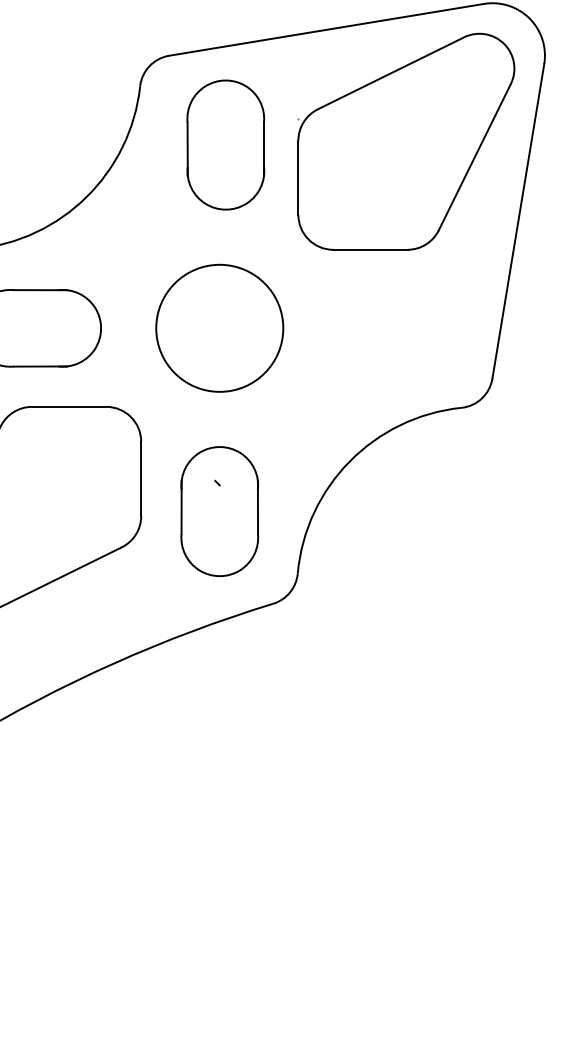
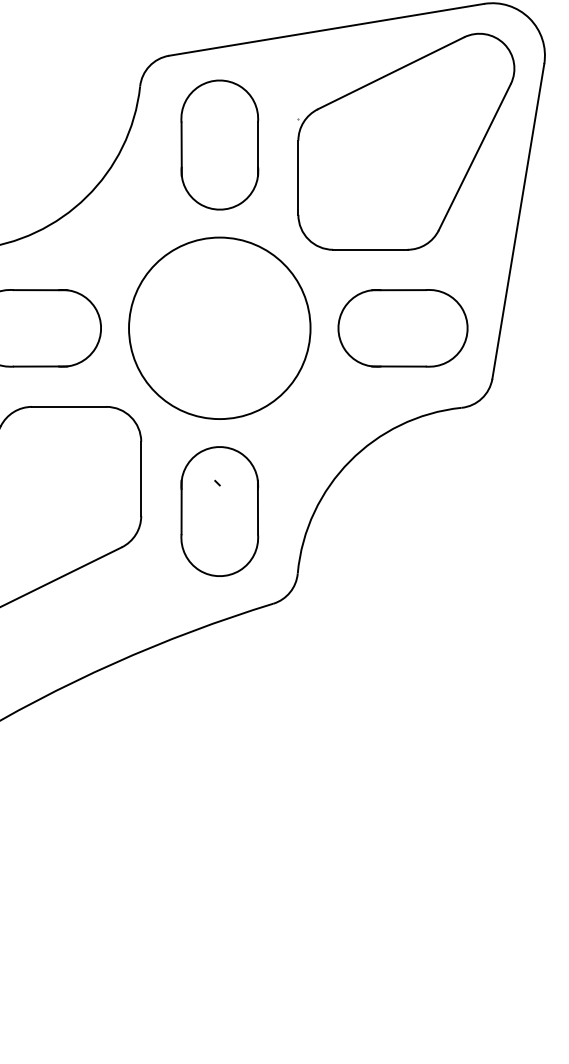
part at (225, 144) position: (225, 144) -> (219, 144)
circle at (219, 327) diameter: 127 px -> 182 px
part at (402, 328): none -> present
